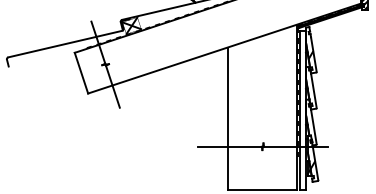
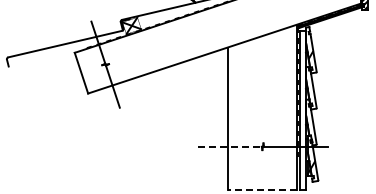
line at (229, 146): solid -> dashed
line at (261, 189): solid -> dashed
